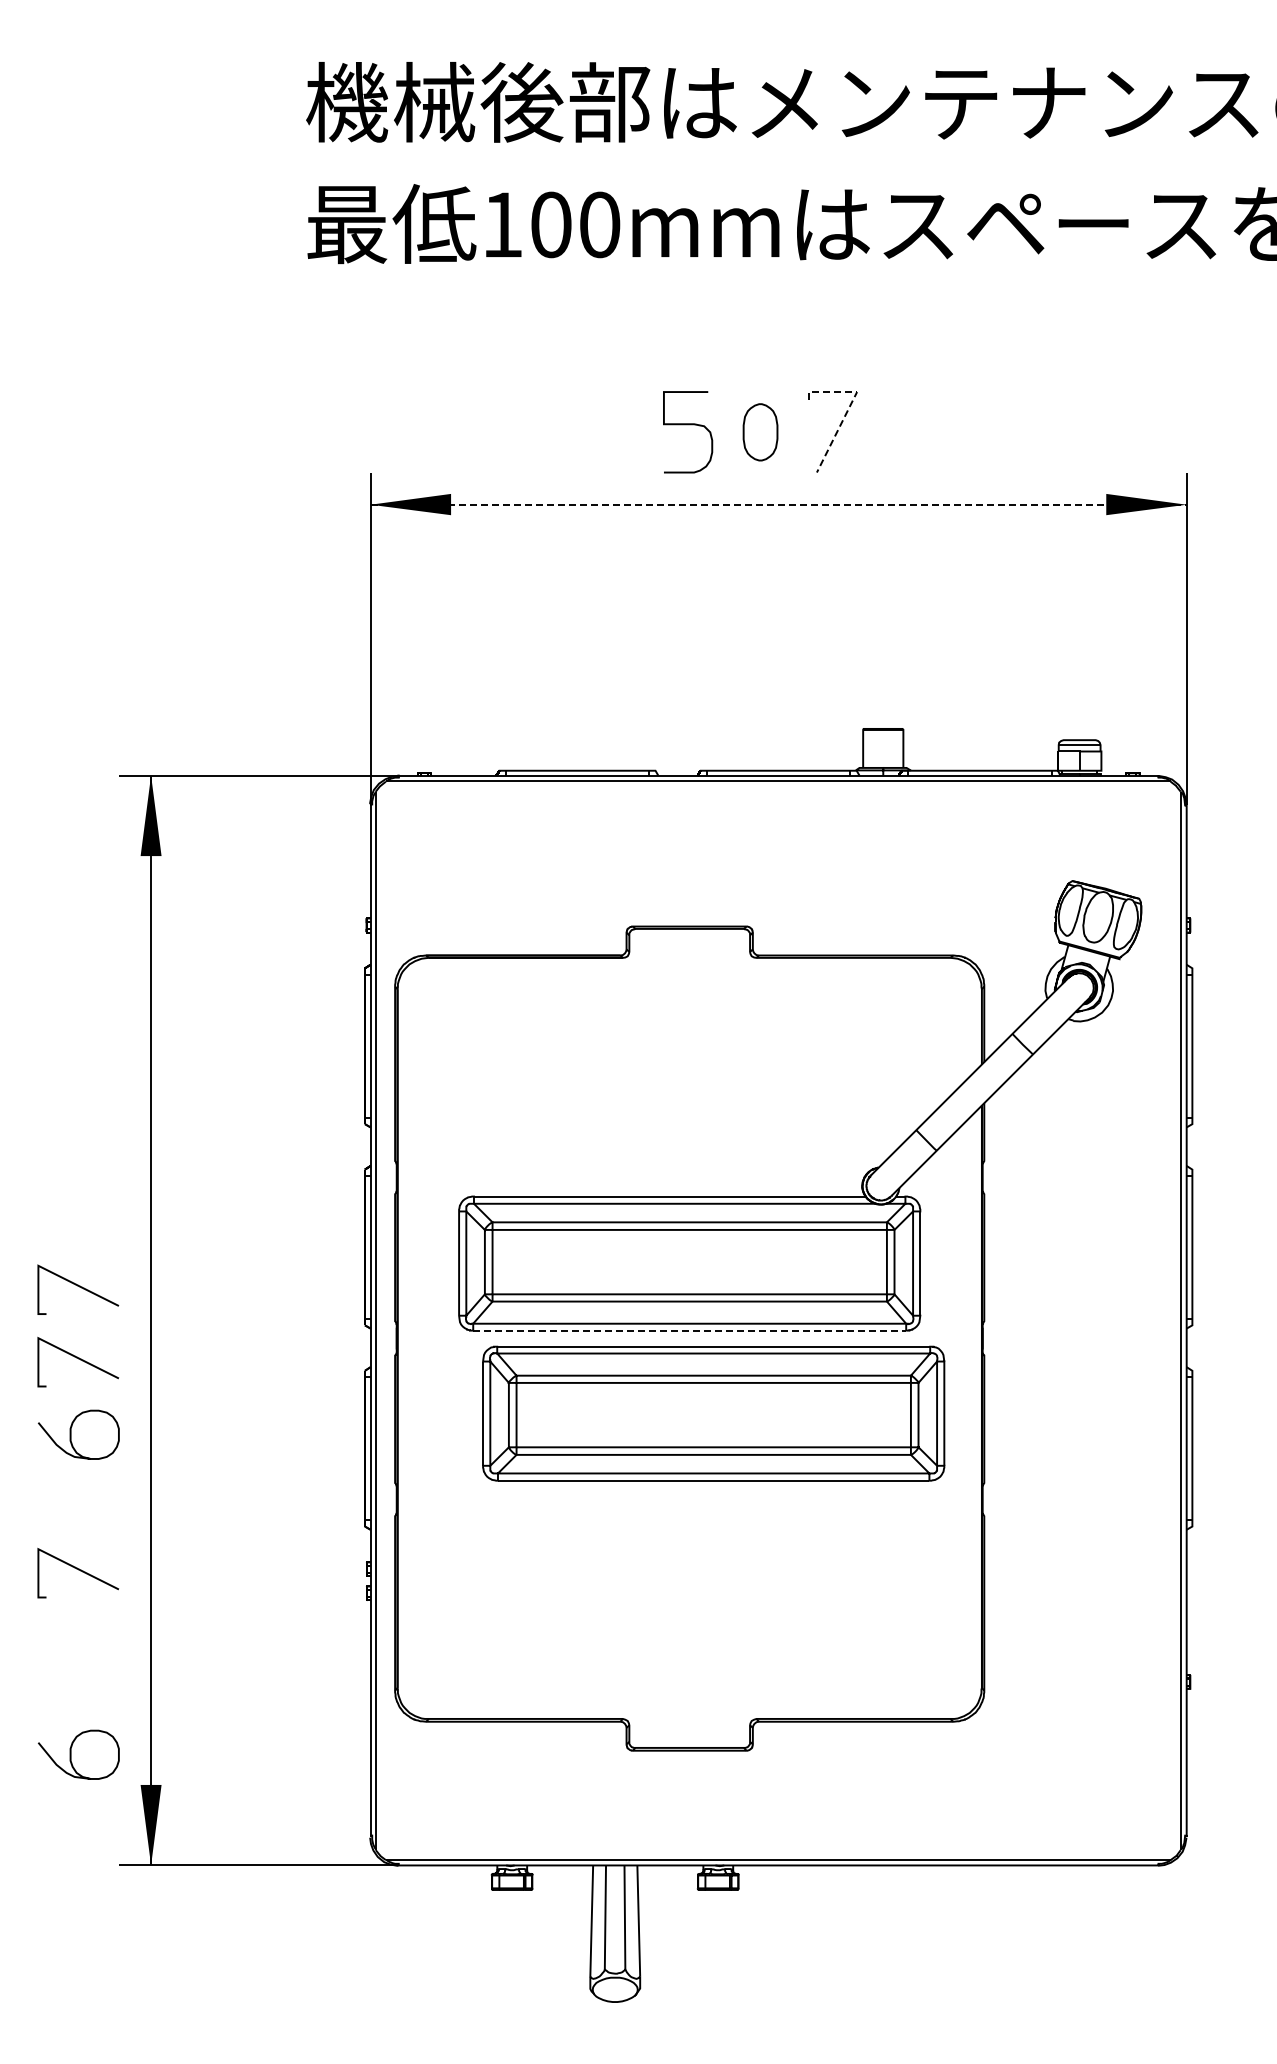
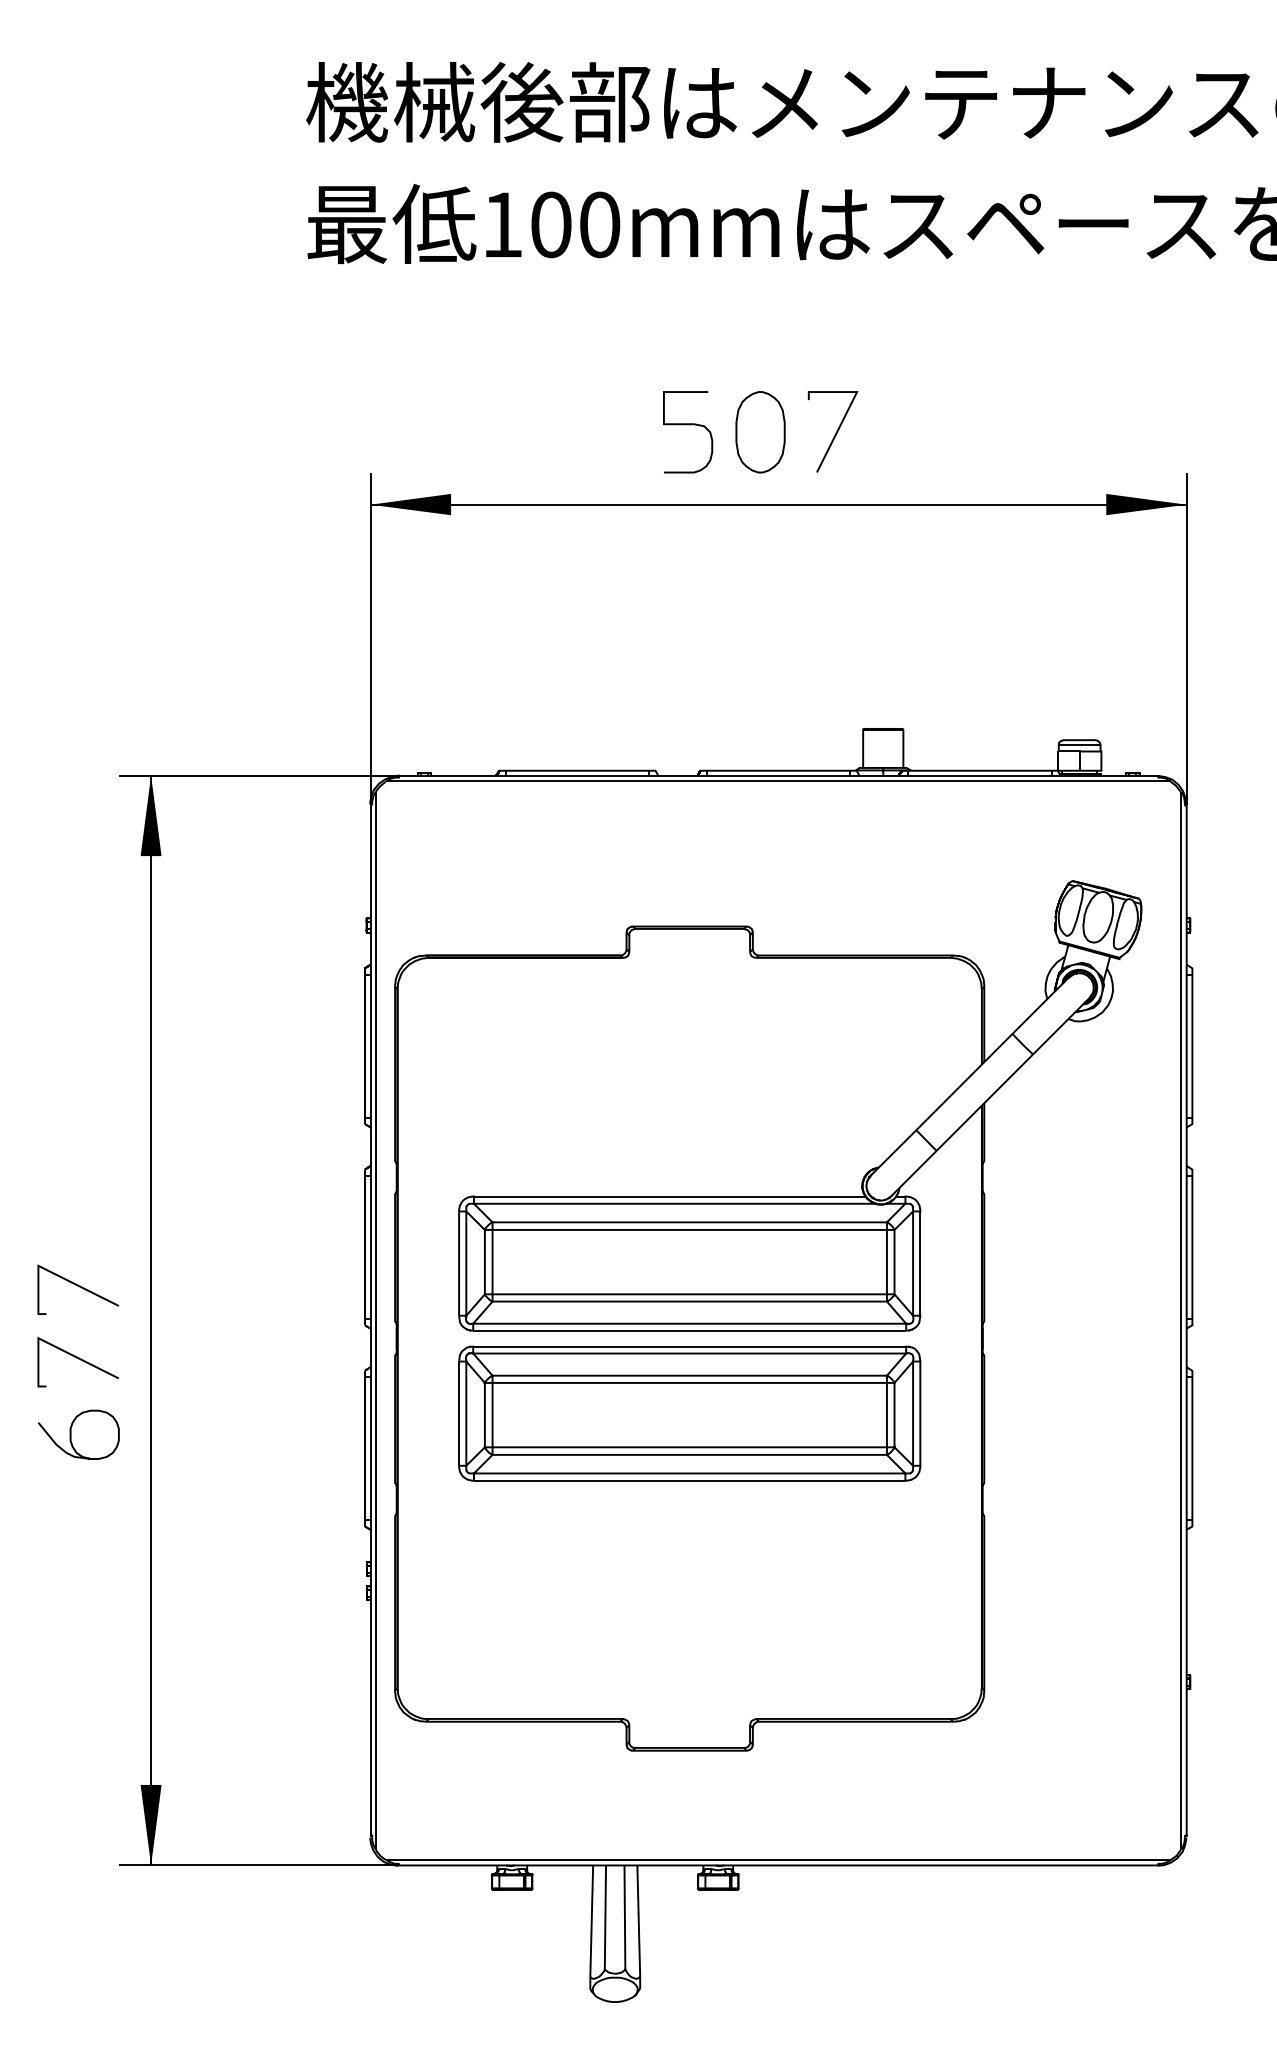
line at (850, 405): dashed -> solid
part at (760, 432) size: 37x59 px -> 51x83 px
line at (779, 504): dashed -> solid
line at (690, 1330): dashed -> solid
part at (713, 1413) position: (713, 1413) -> (689, 1413)
line at (78, 1570): present -> none
curve at (71, 1754): present -> none
